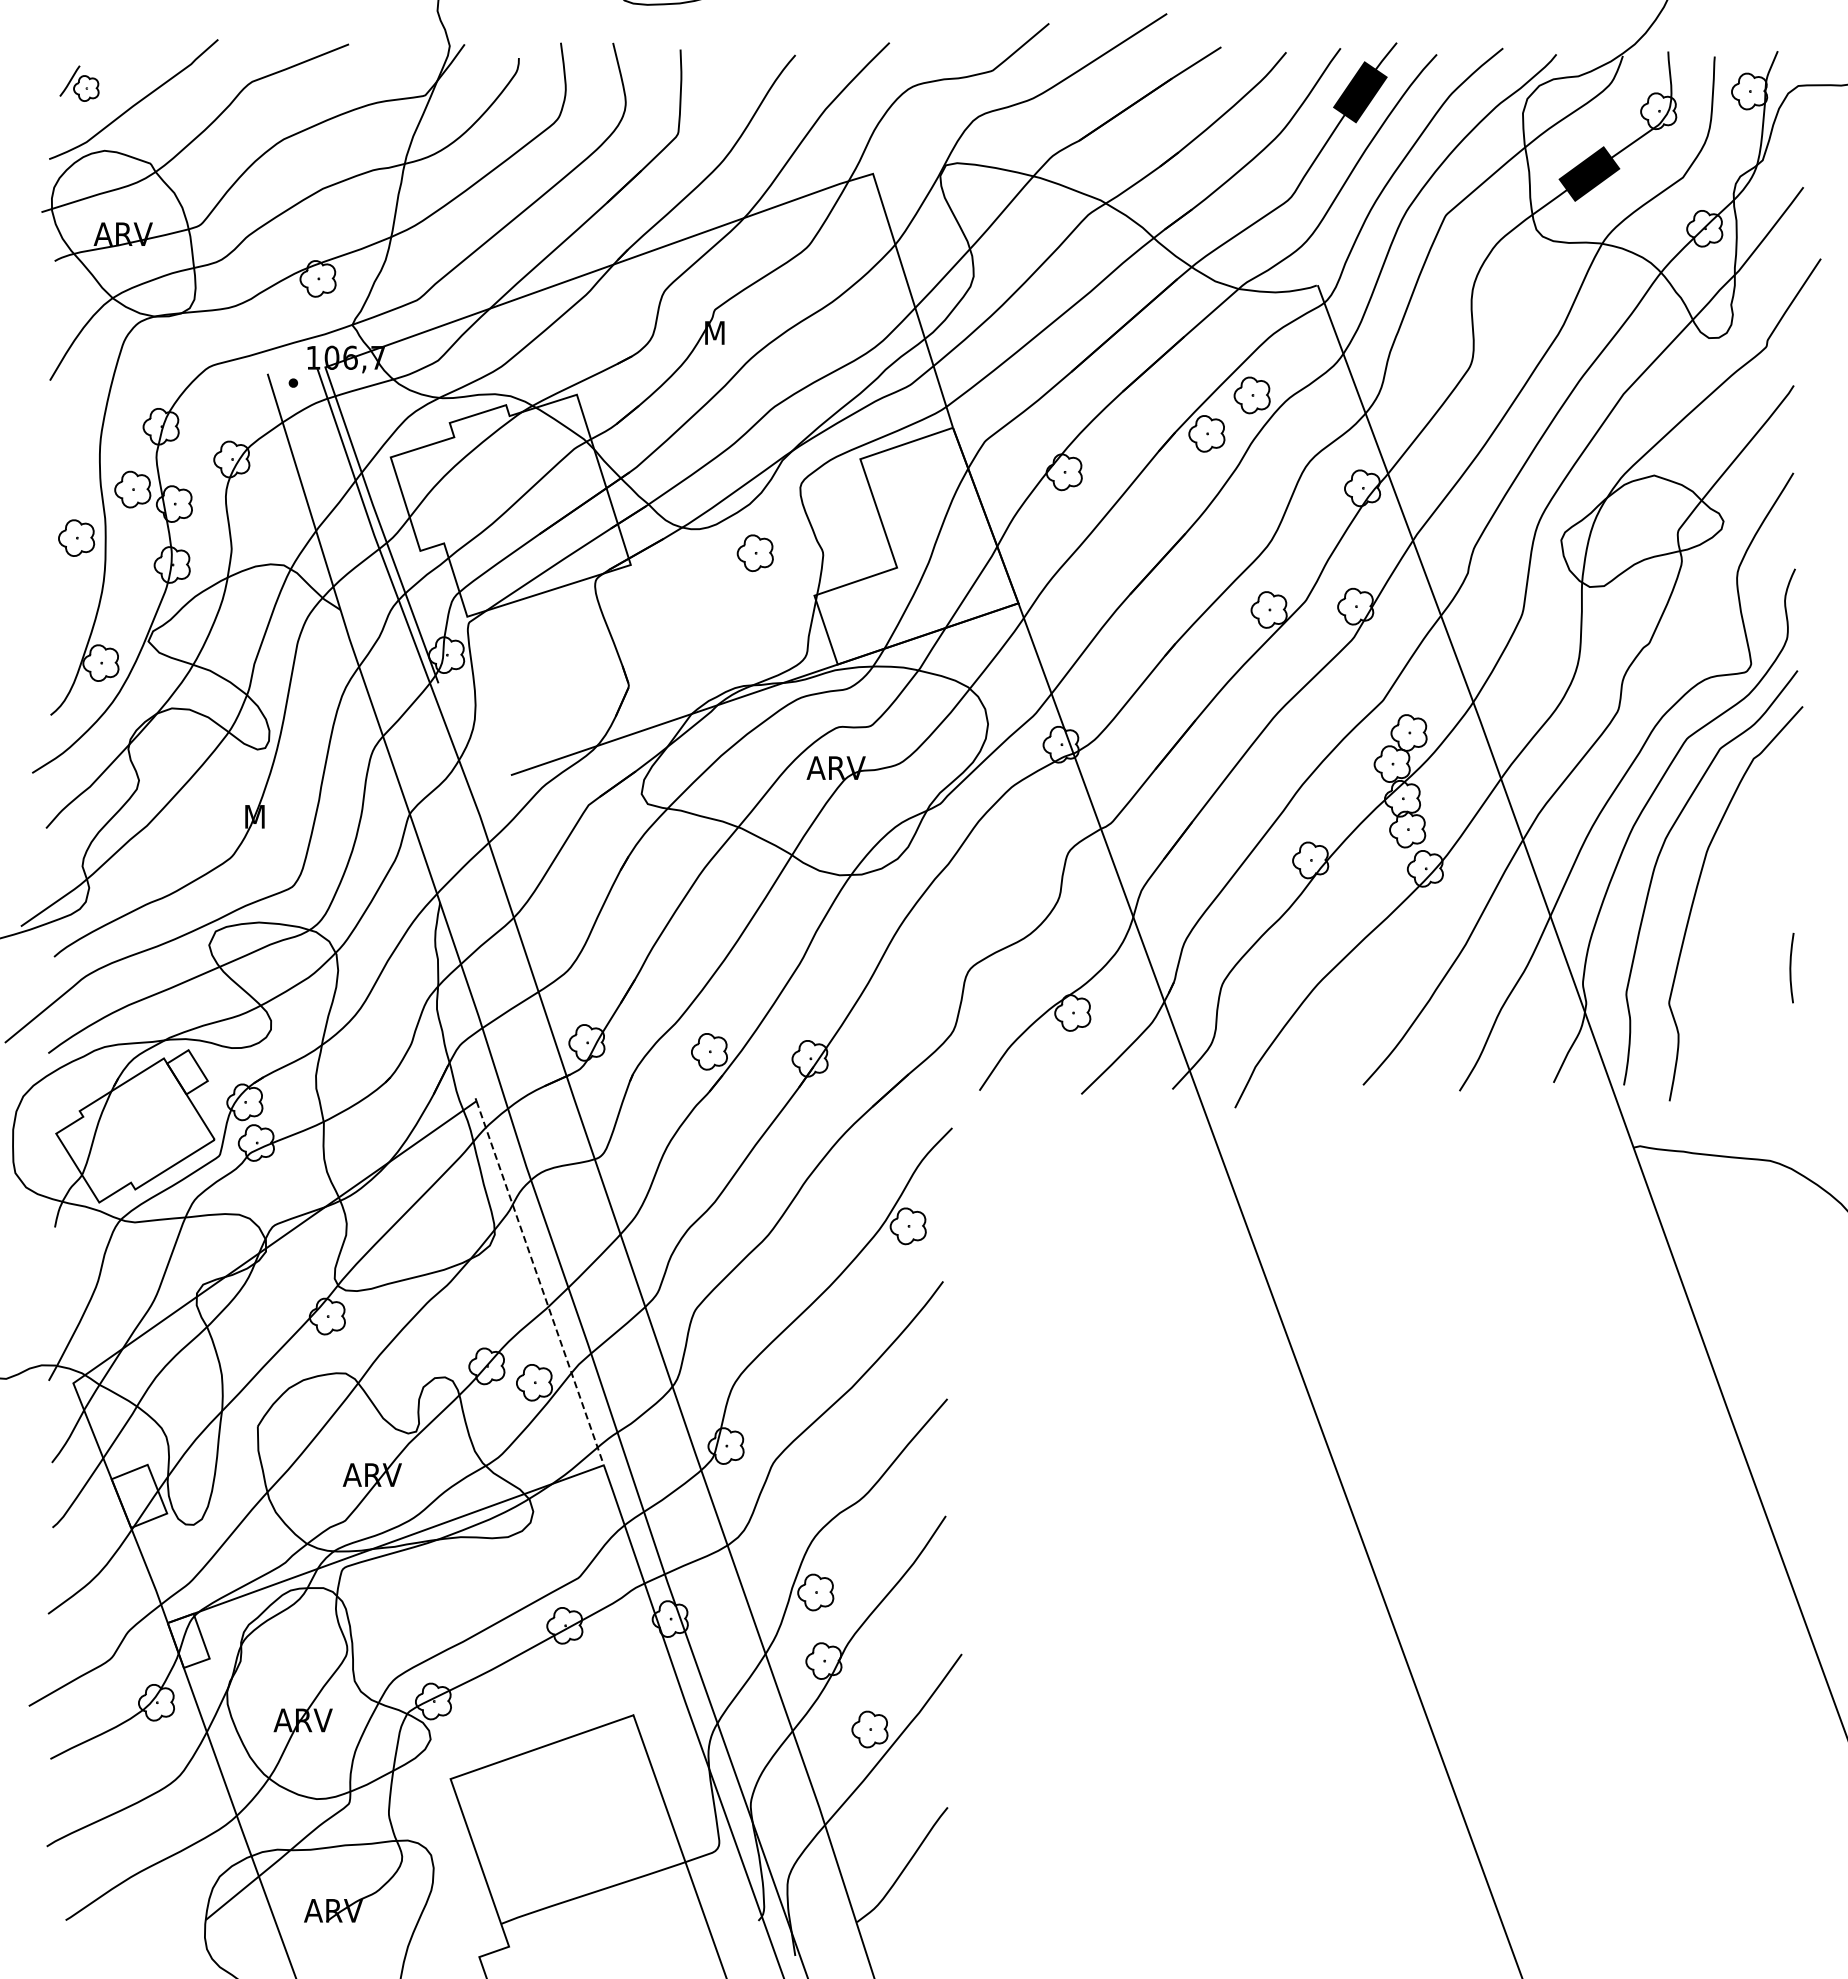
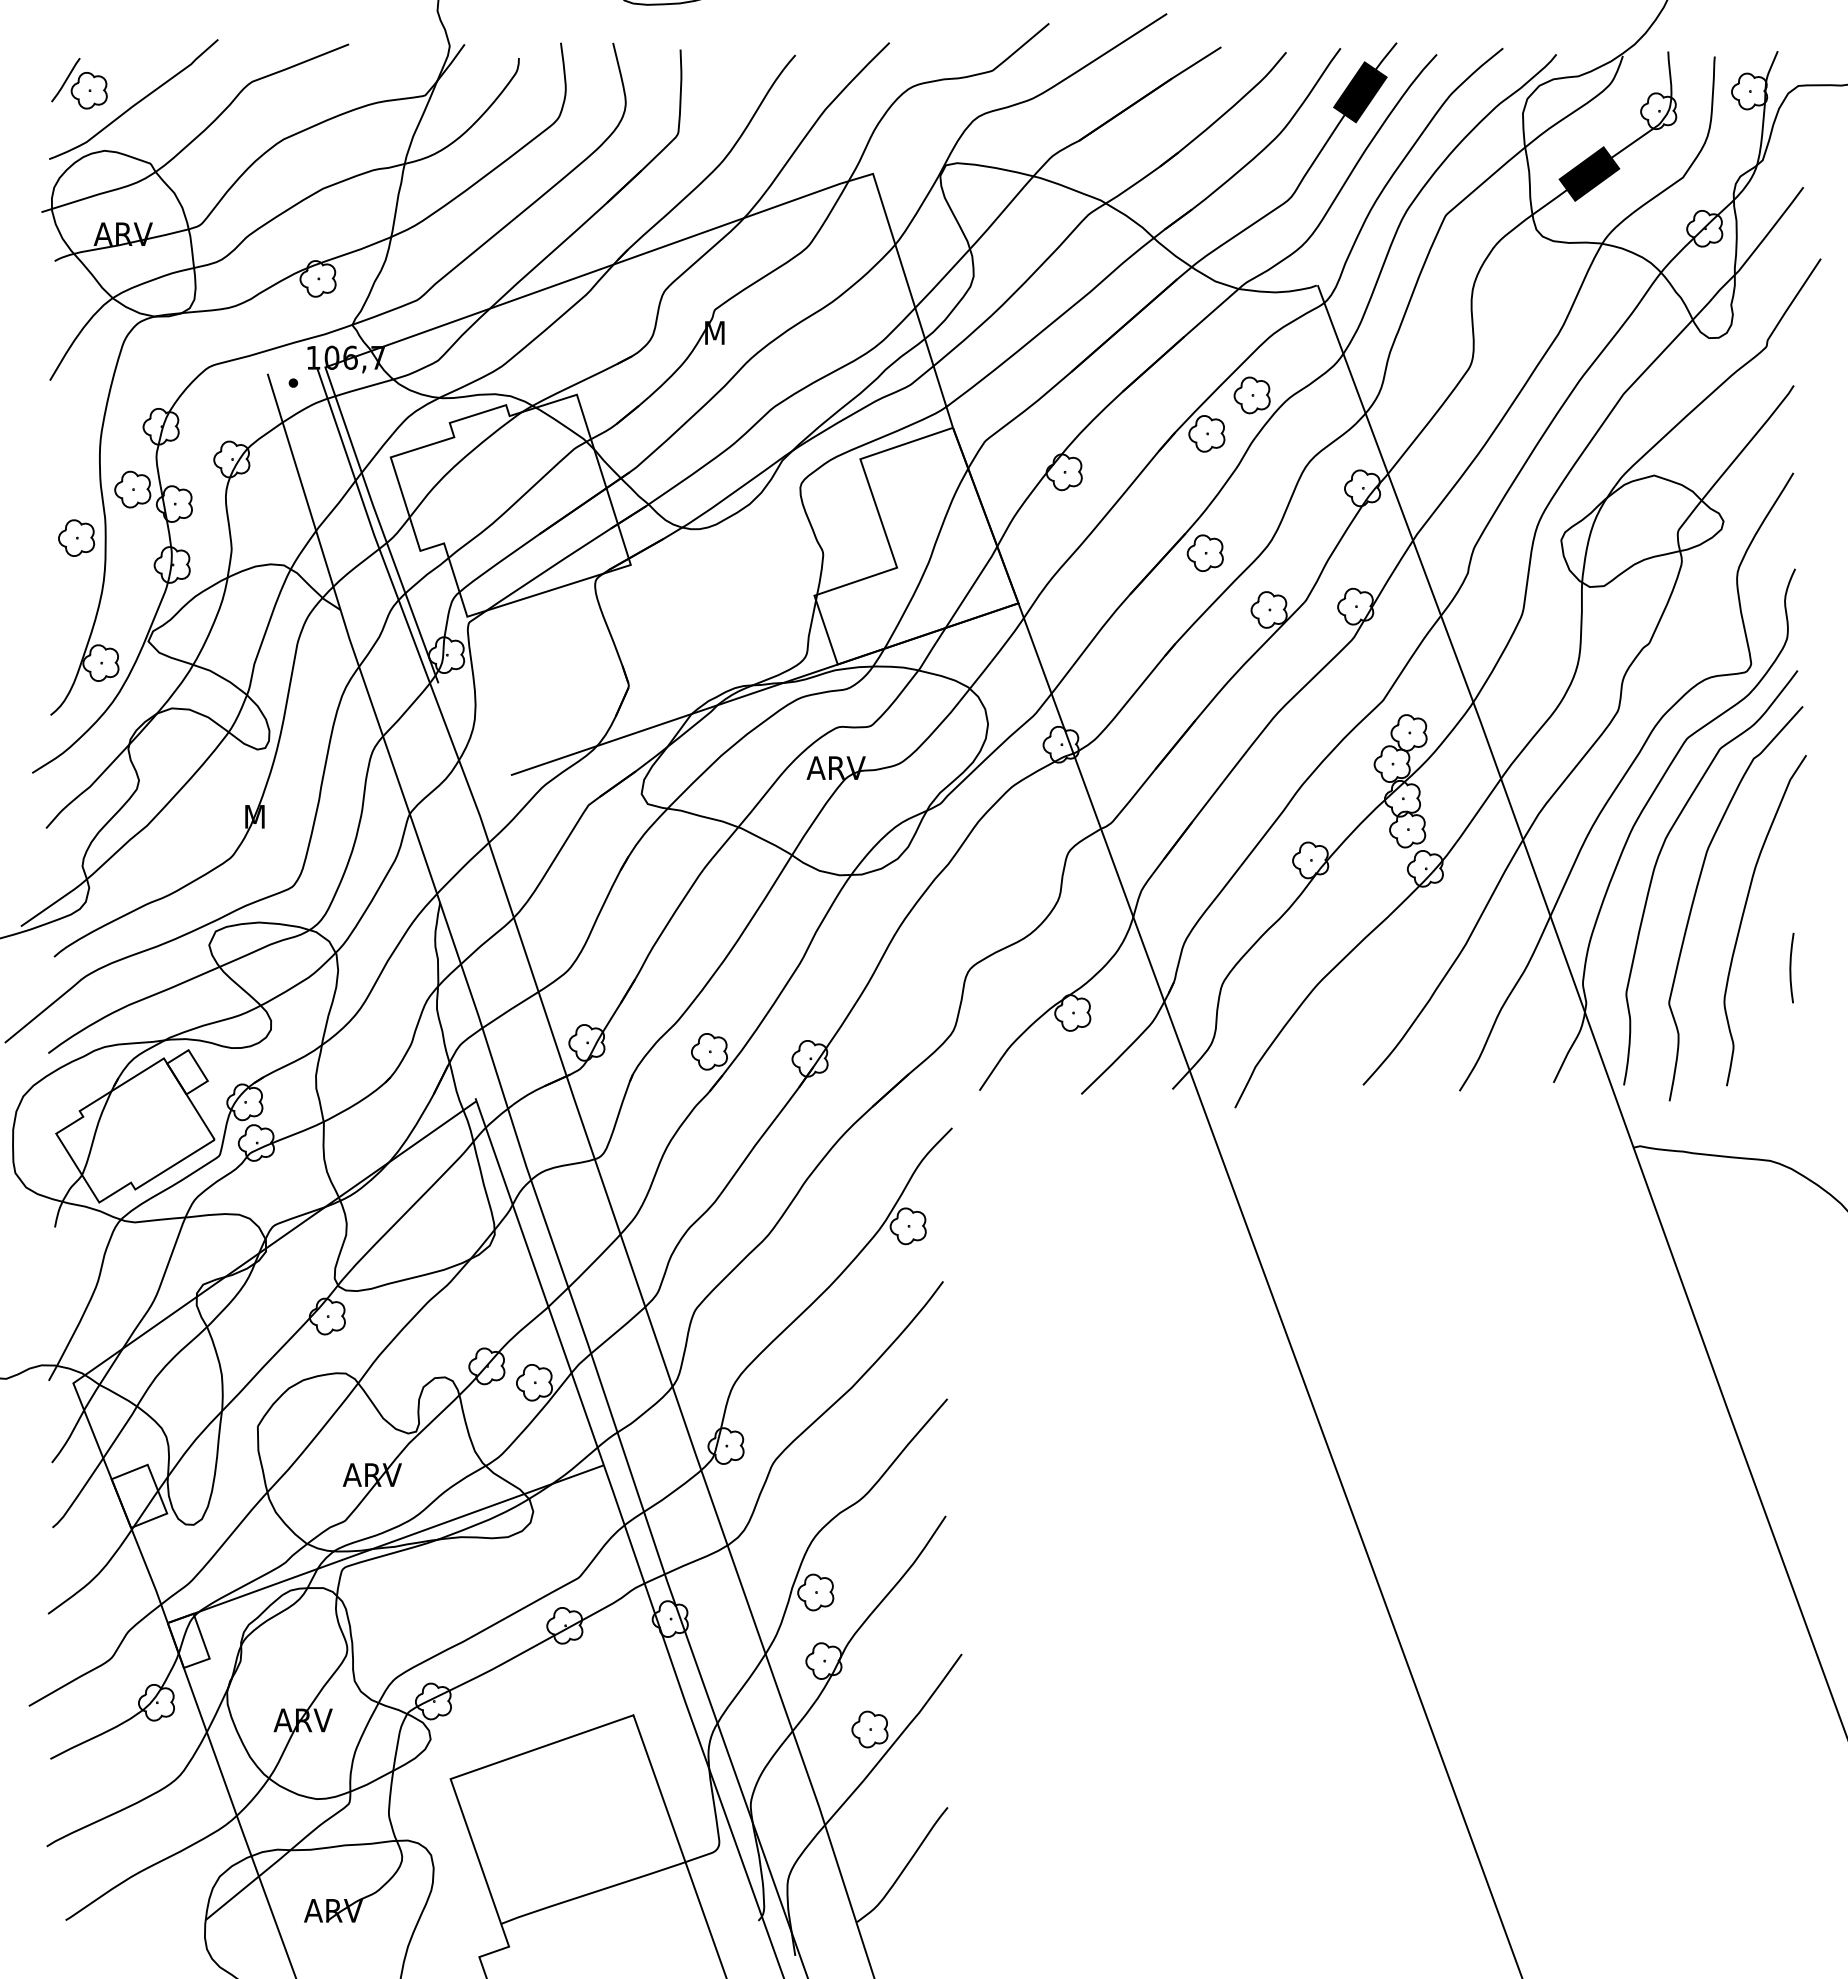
part at (79, 83) size: 41x37 px -> 57x53 px
part at (754, 553) position: (754, 553) -> (1204, 553)
curve at (1744, 913): none -> present
line at (540, 1283): dashed -> solid
